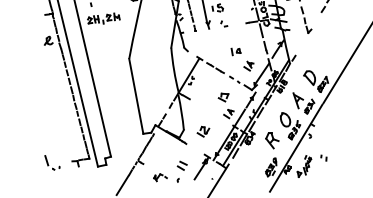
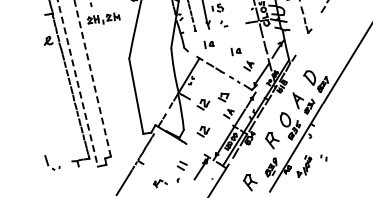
part at (208, 44): none -> present
line at (92, 78): solid -> dashed
line at (77, 83): solid -> dashed
part at (203, 104): none -> present
part at (160, 177) position: (160, 177) -> (160, 183)
part at (250, 182): none -> present
